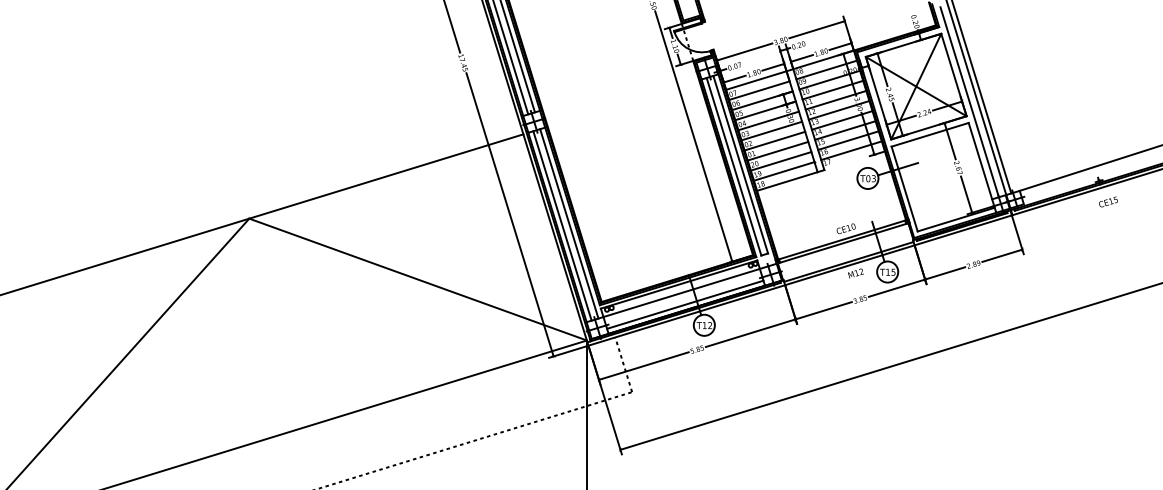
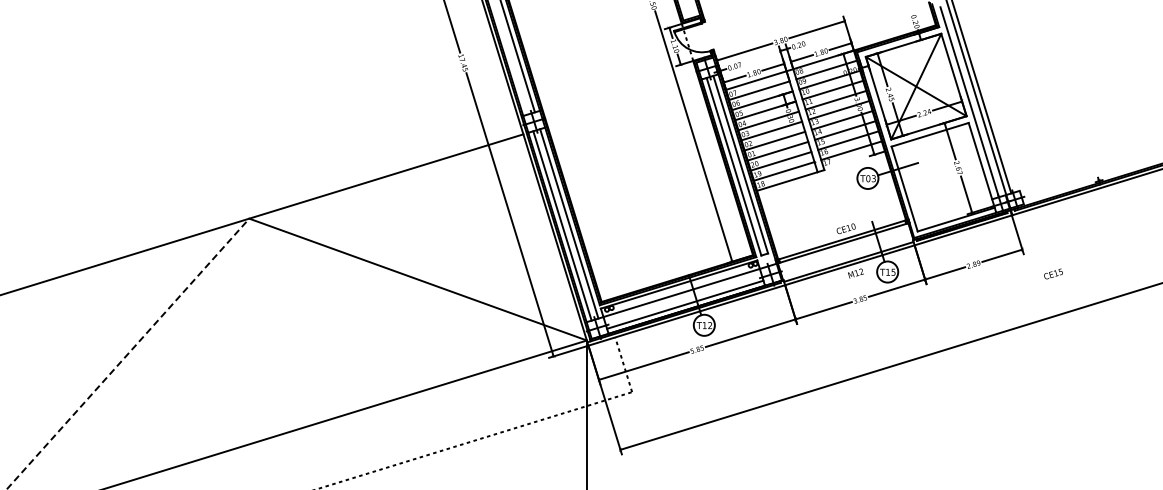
line at (510, 58): present -> none
line at (1089, 168): present -> none
text at (1108, 201) position: (1108, 201) -> (1053, 273)
line at (128, 354): solid -> dashed
